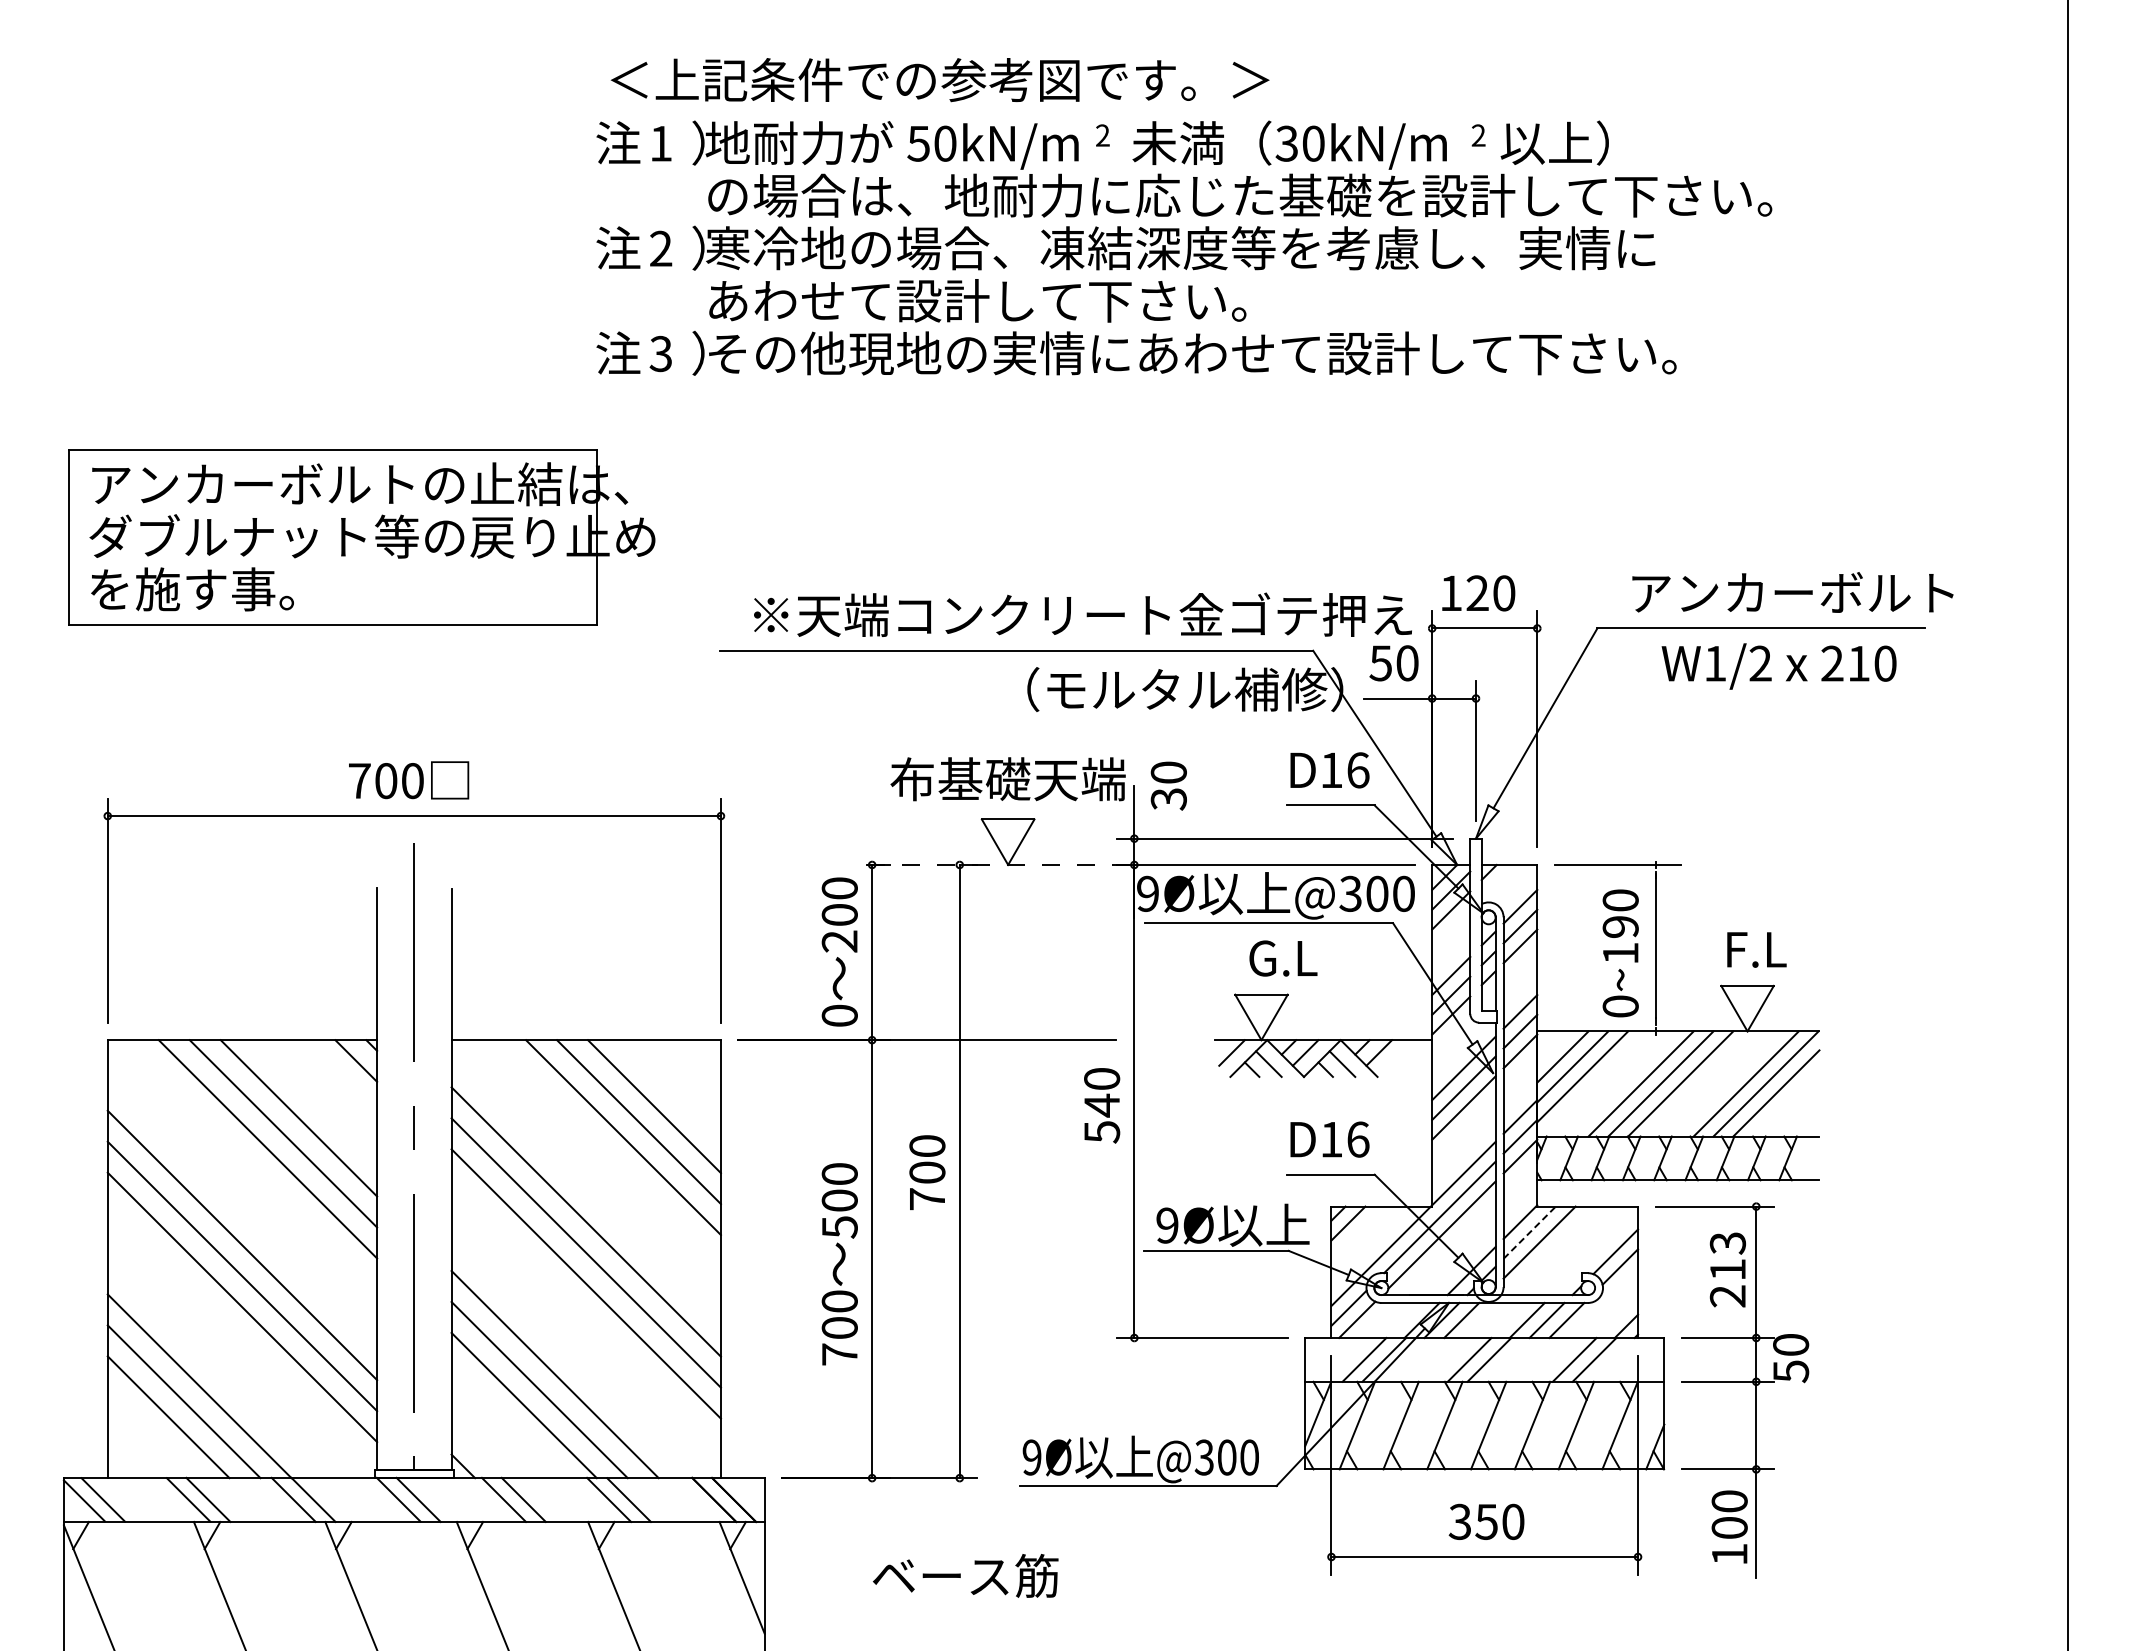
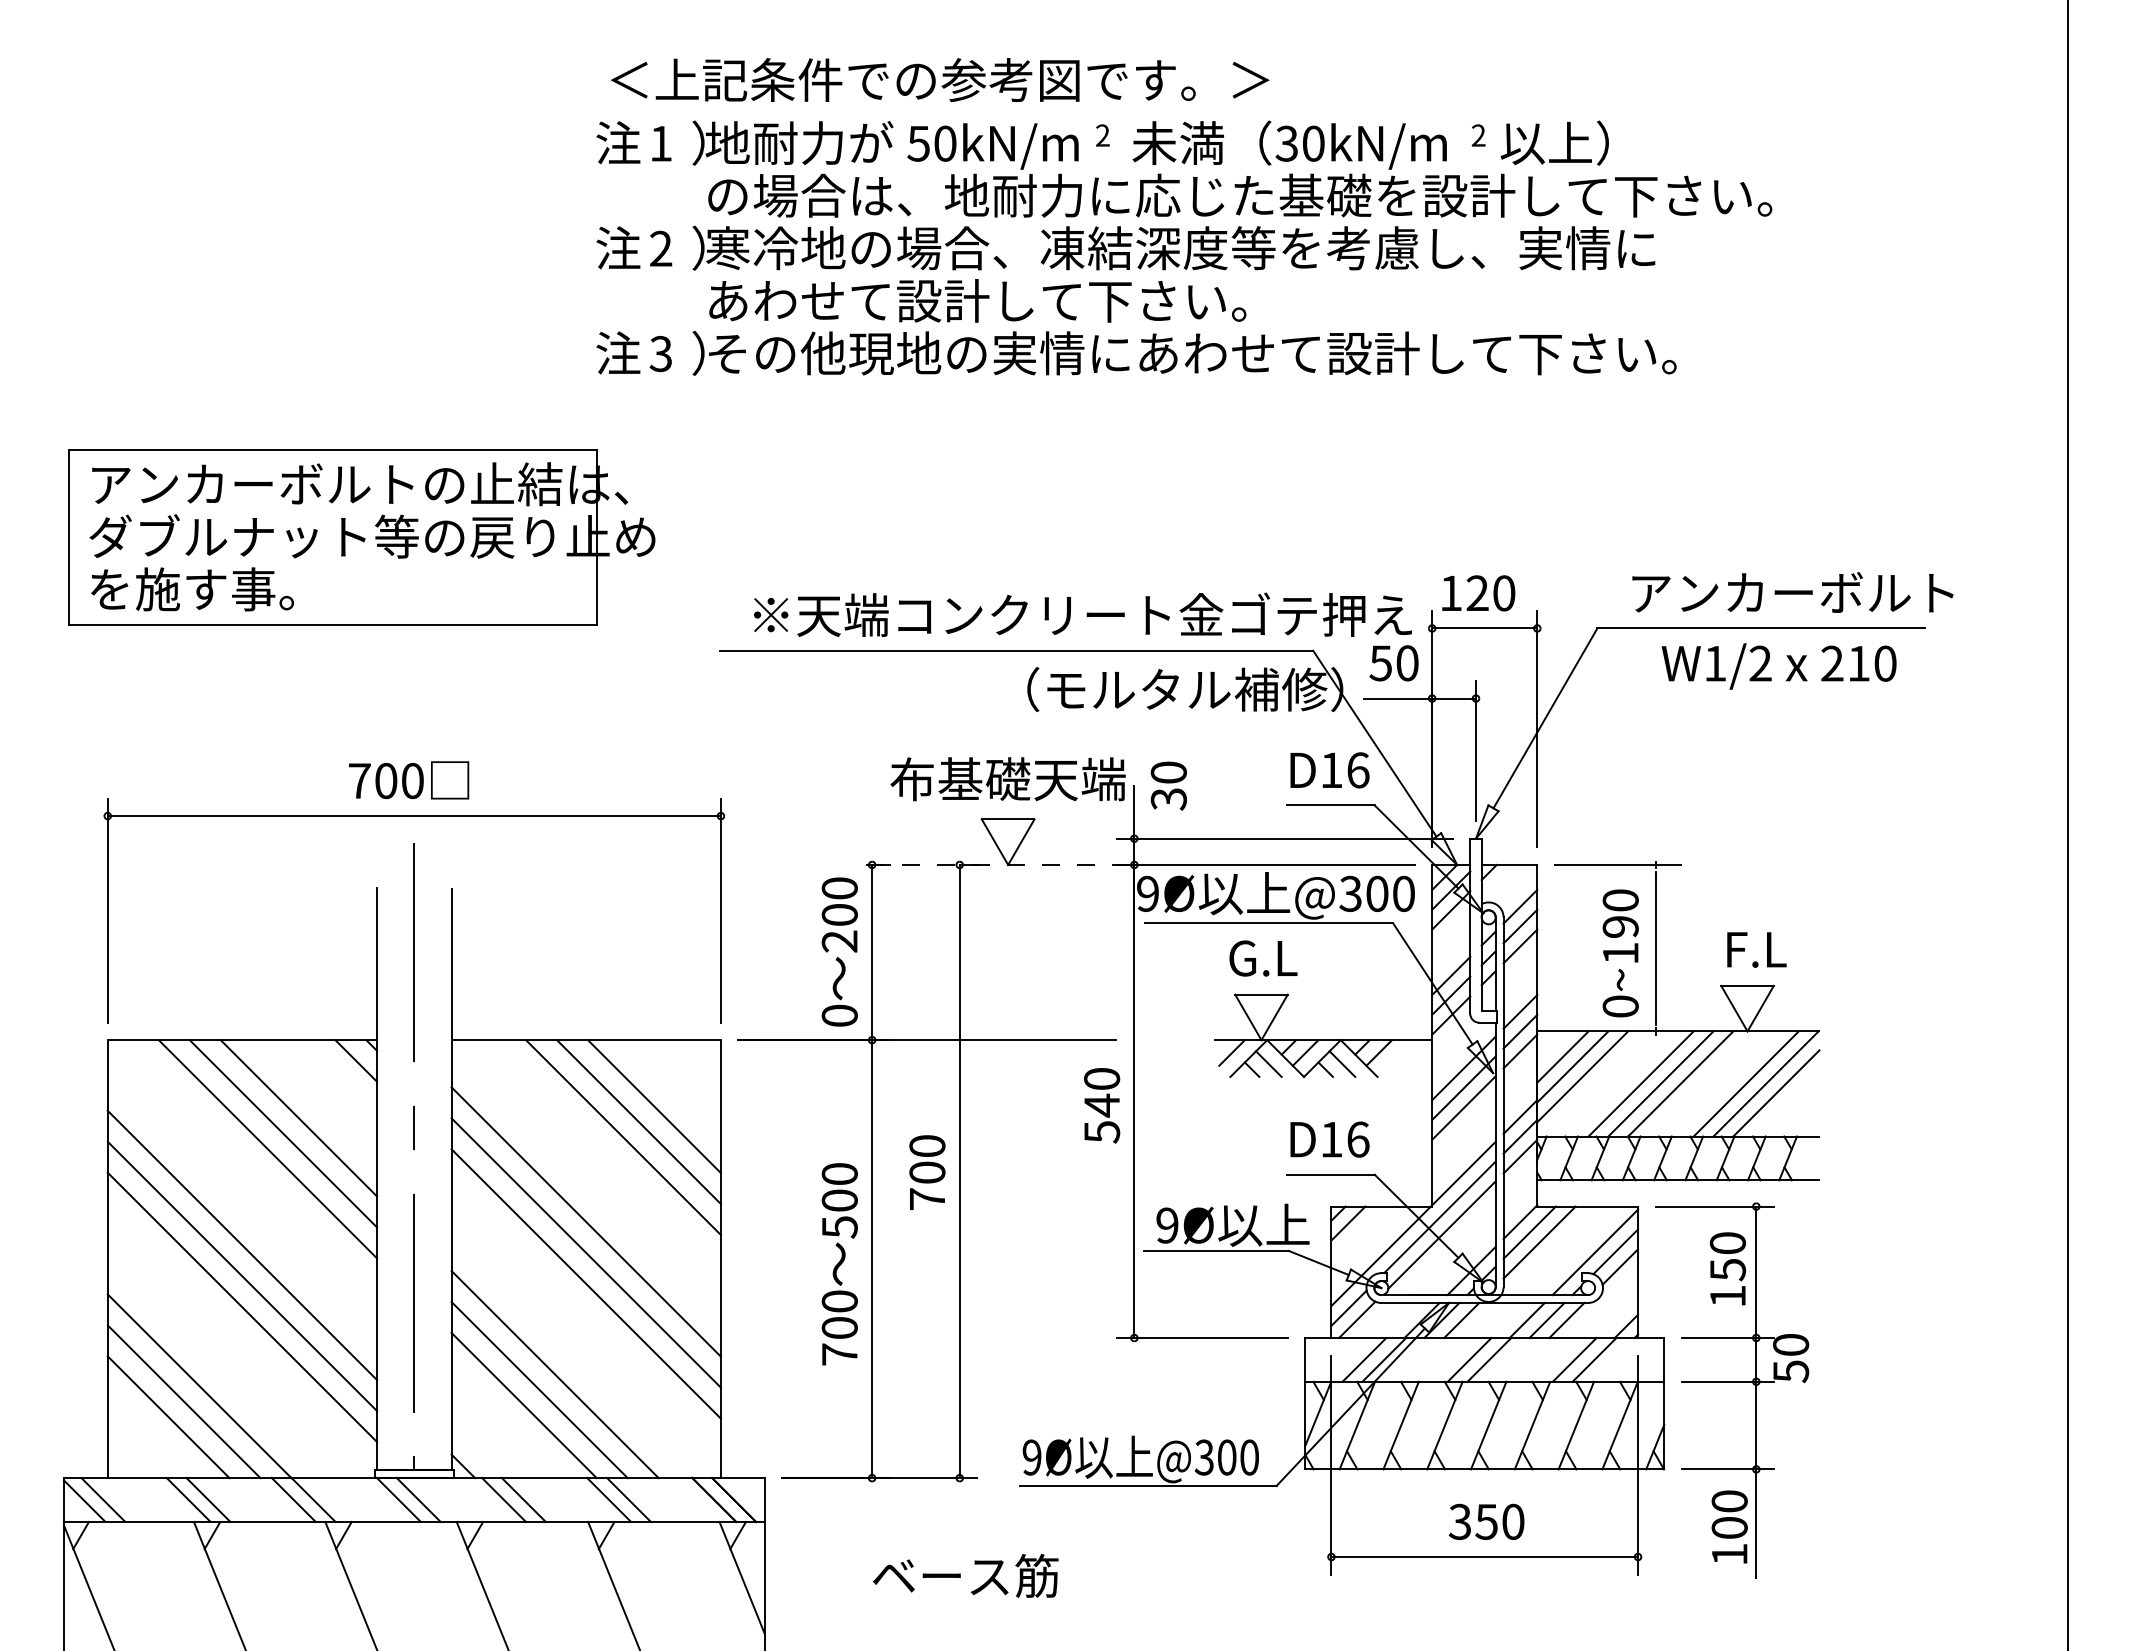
text at (1283, 958) position: (1283, 958) -> (1263, 958)
line at (1529, 1232): dashed -> solid
line at (1595, 1252): none -> present
text at (1727, 1269): 213 -> 150
